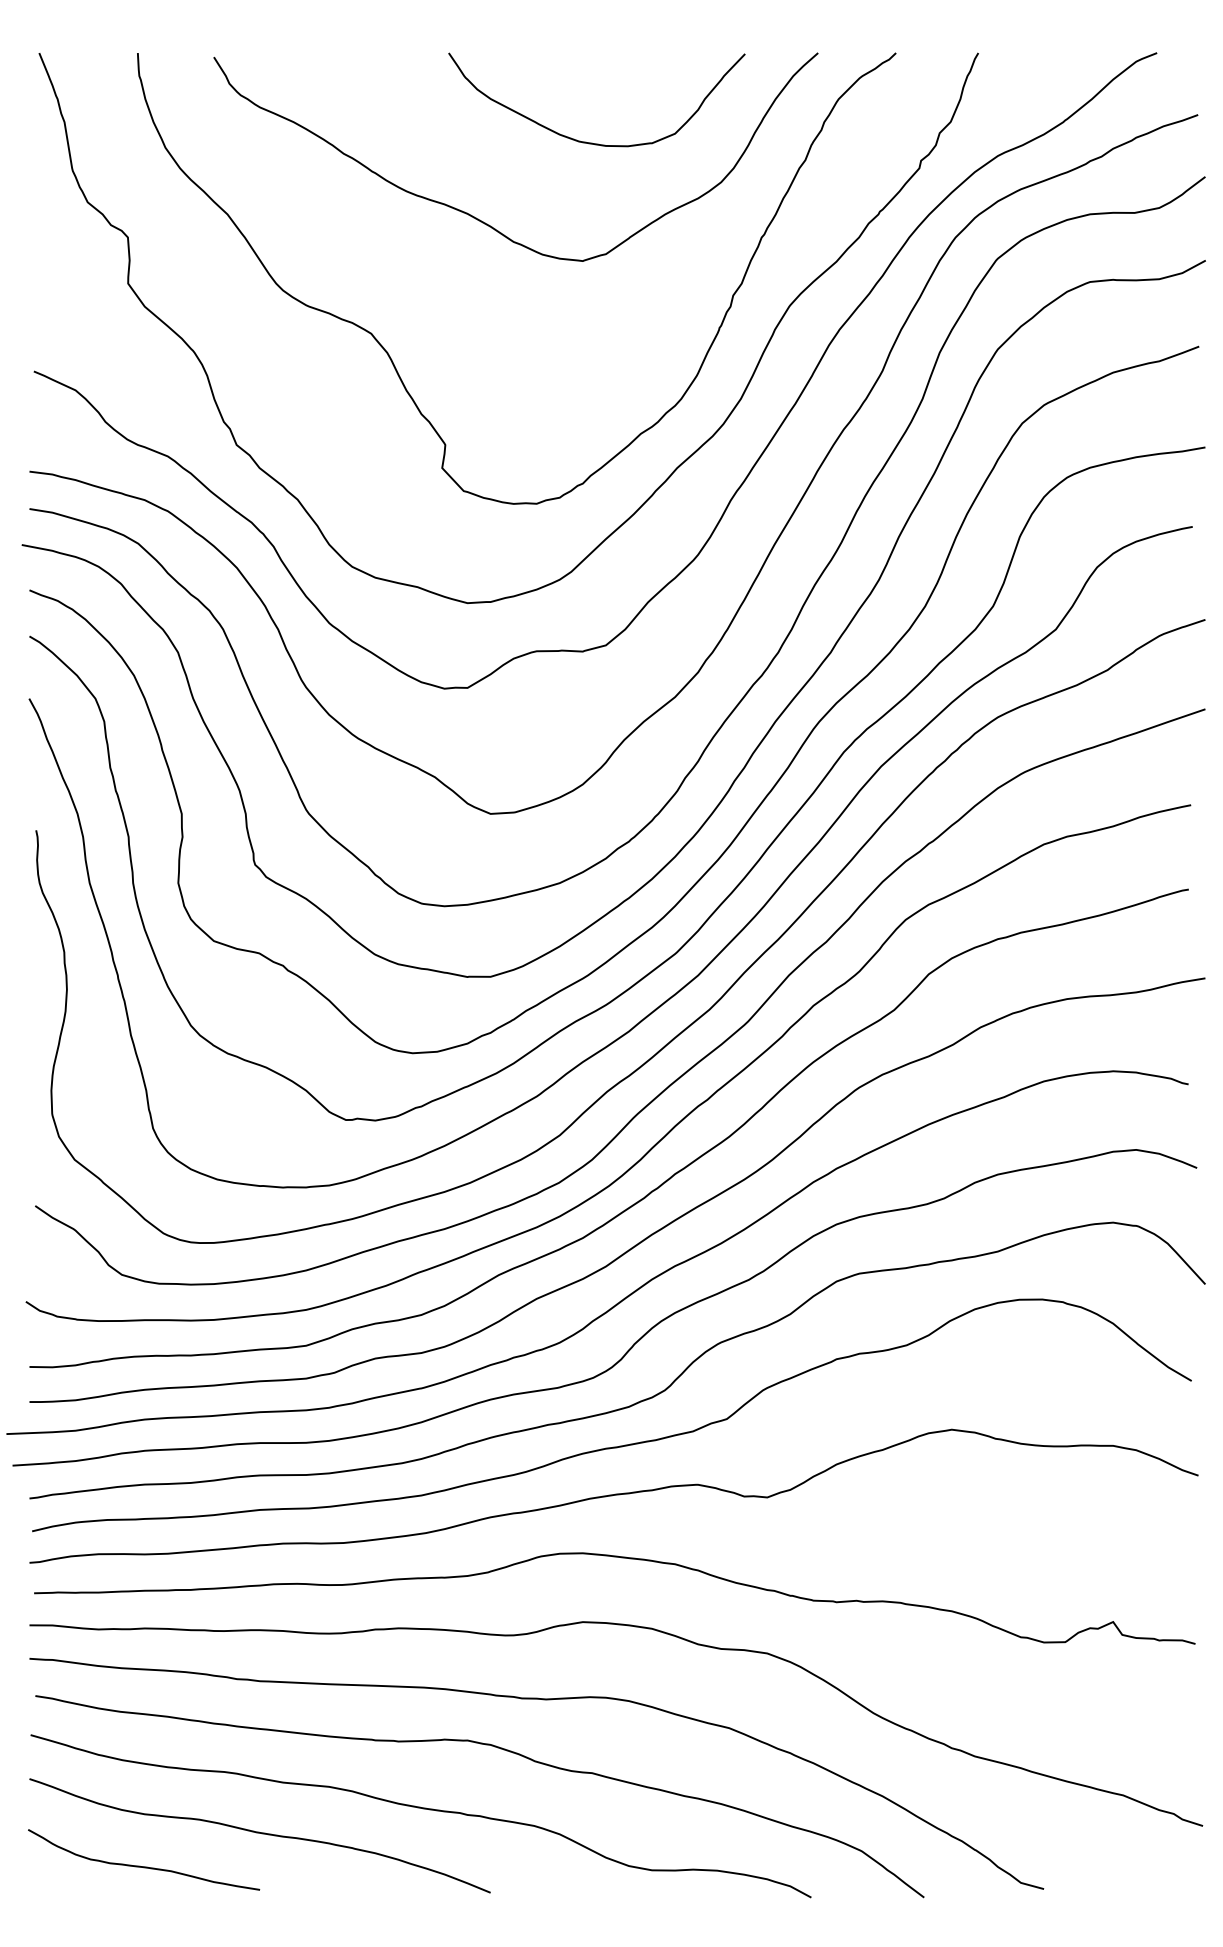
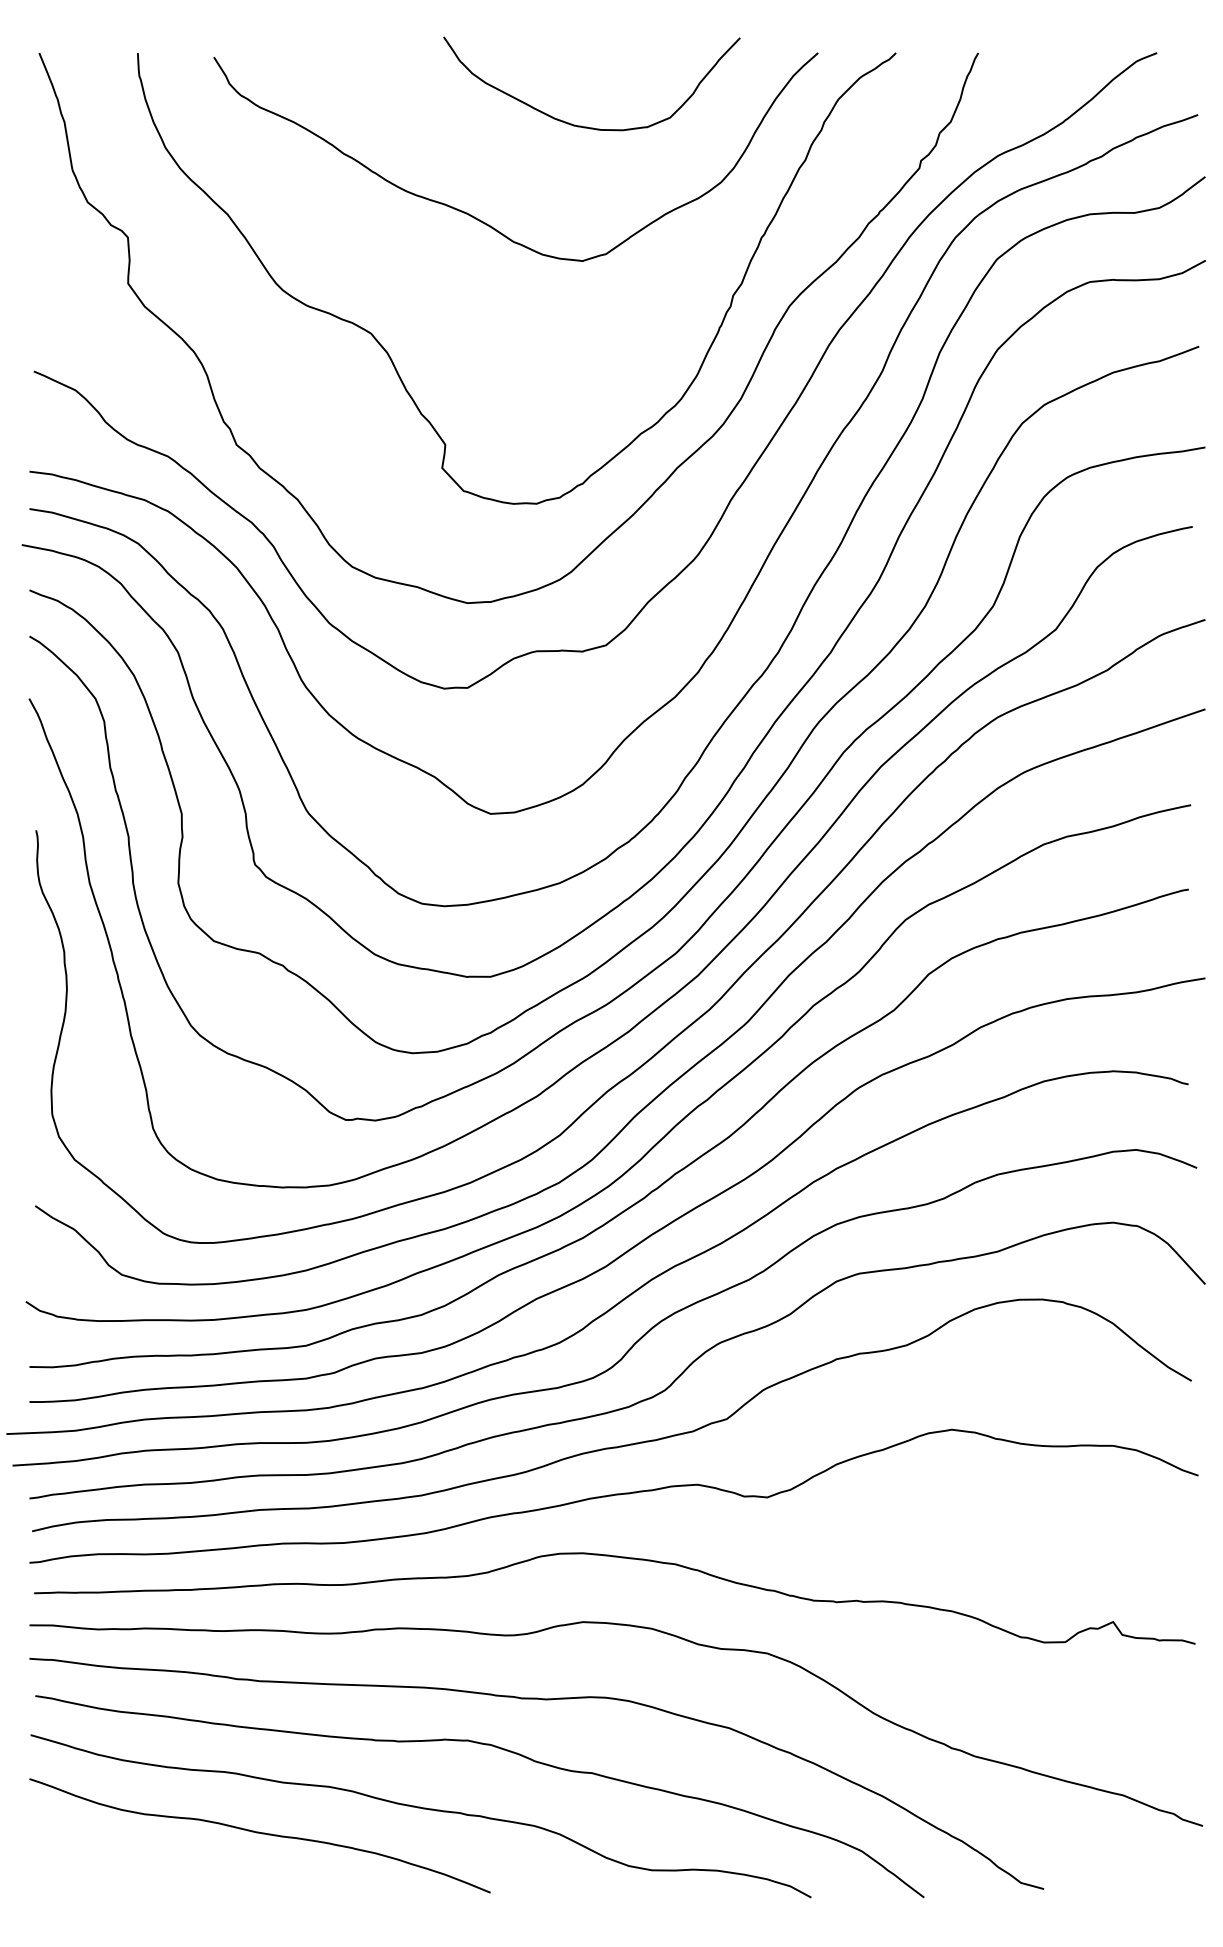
curve at (586, 141) position: (586, 141) -> (581, 125)
curve at (144, 1866): present -> none
